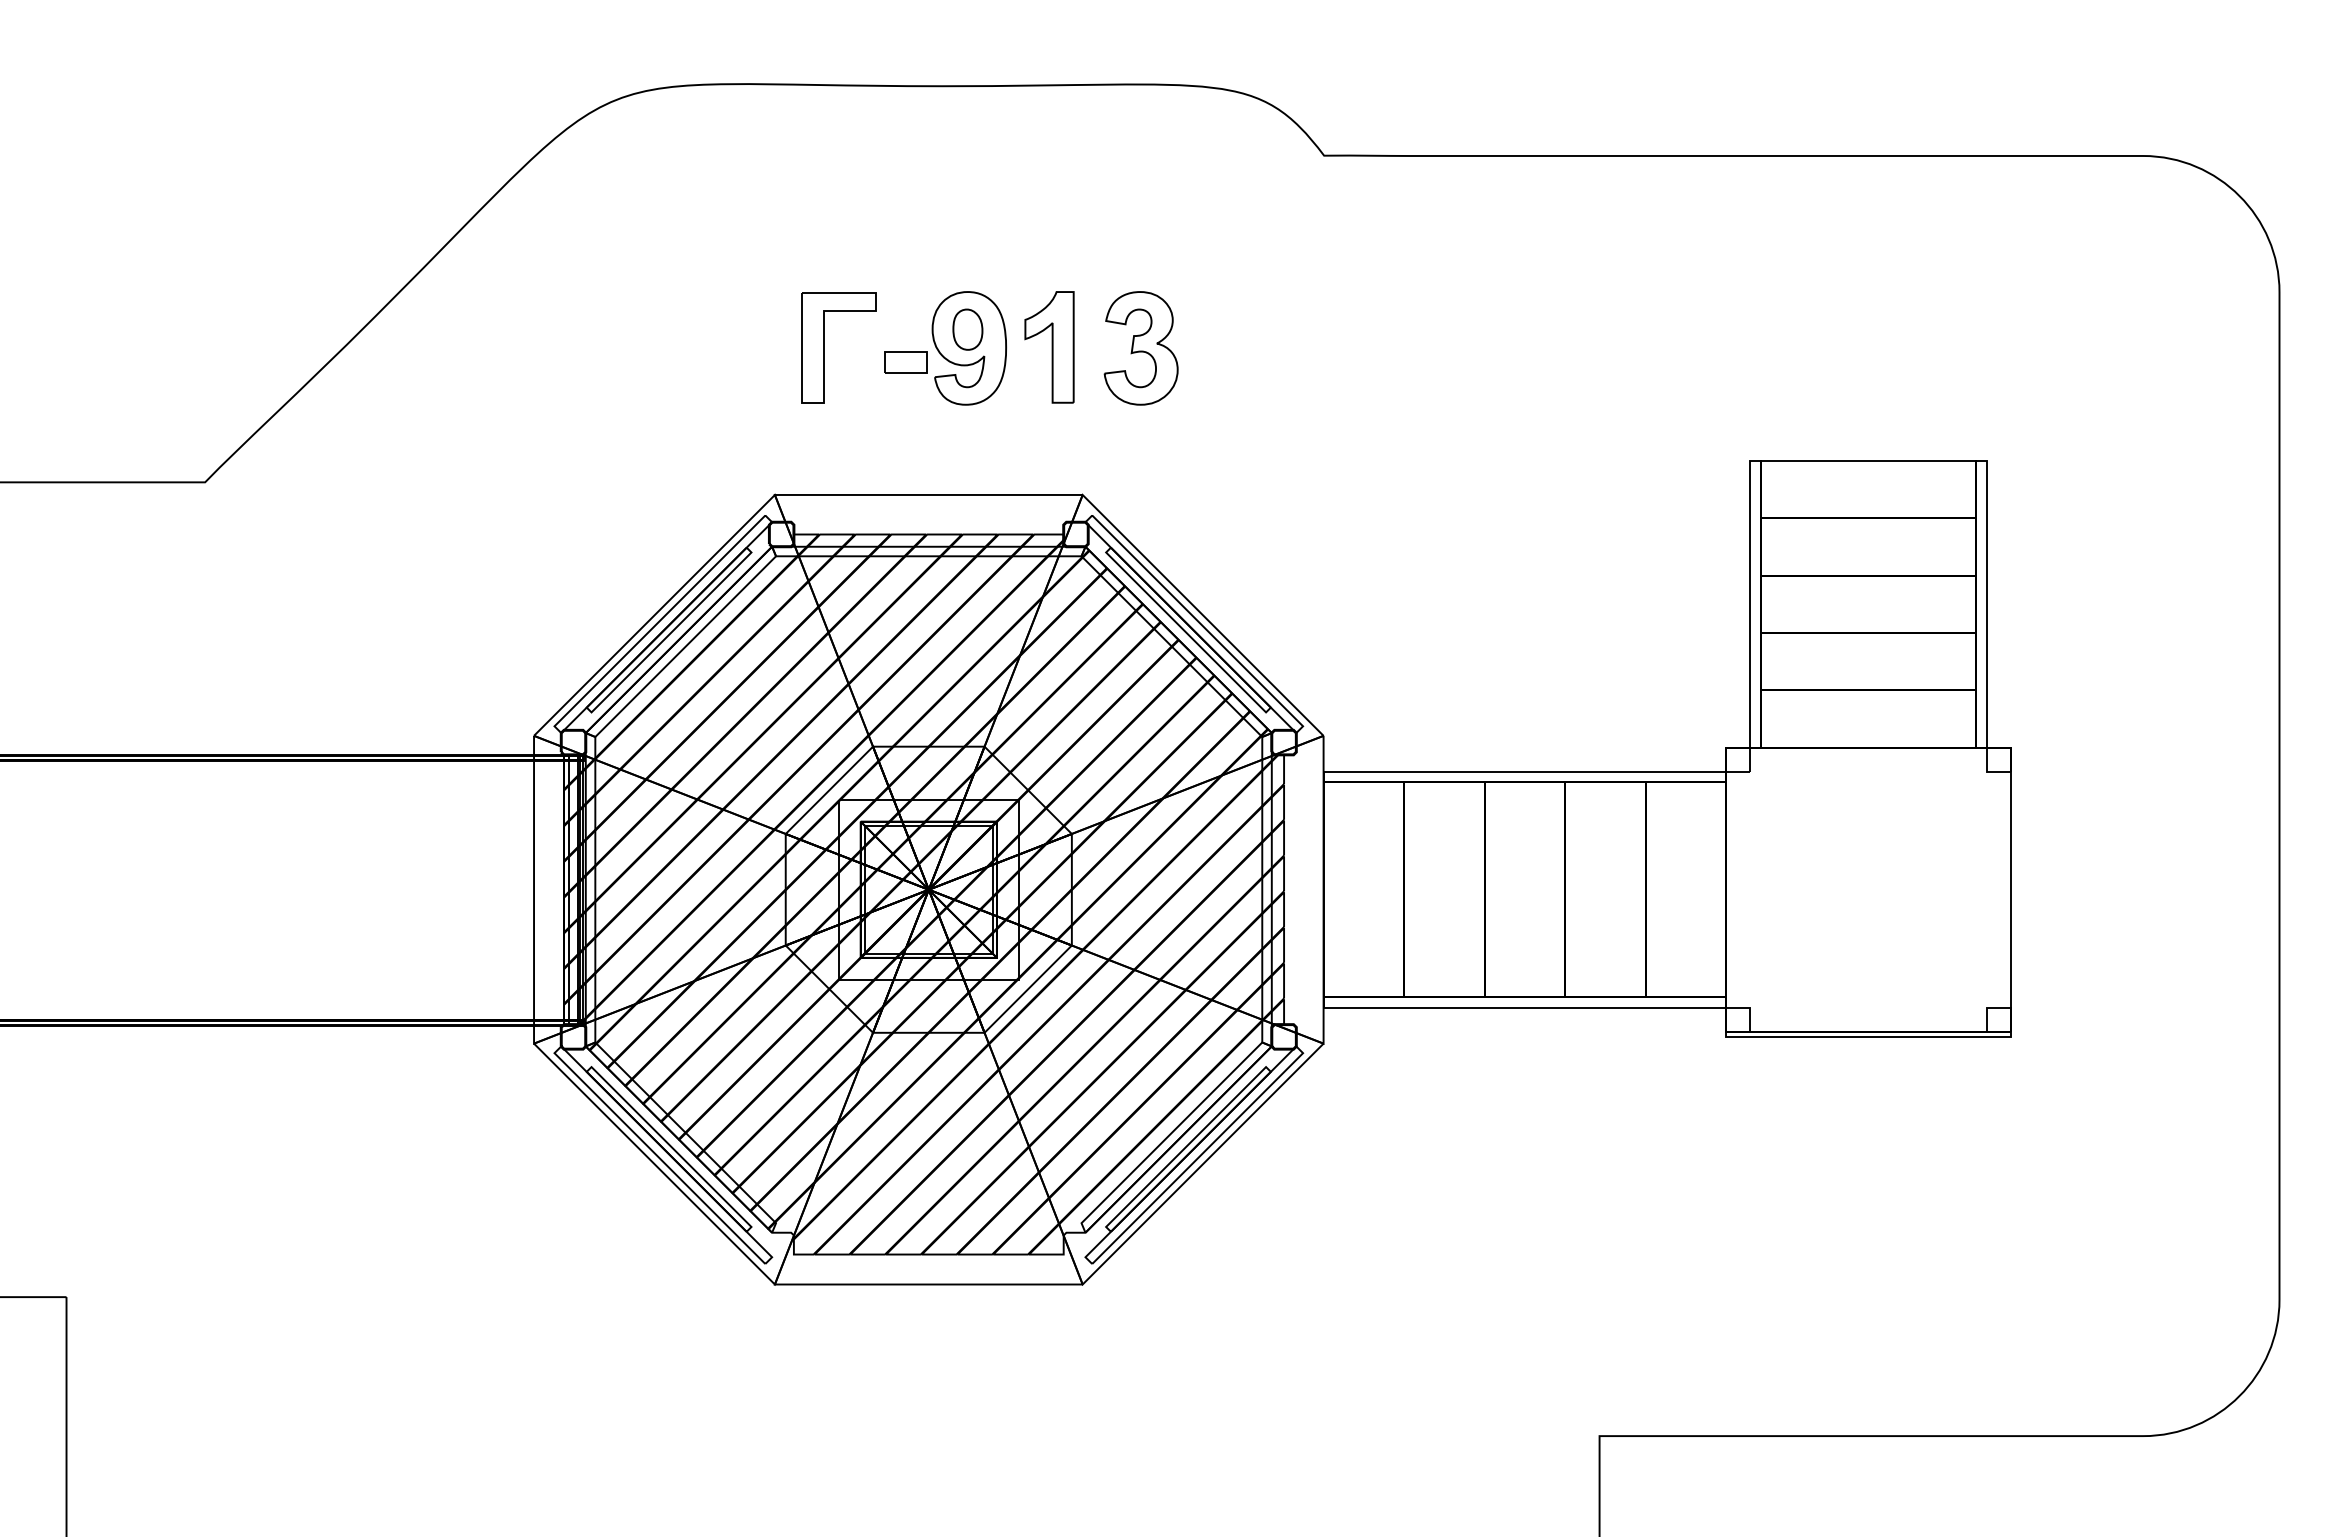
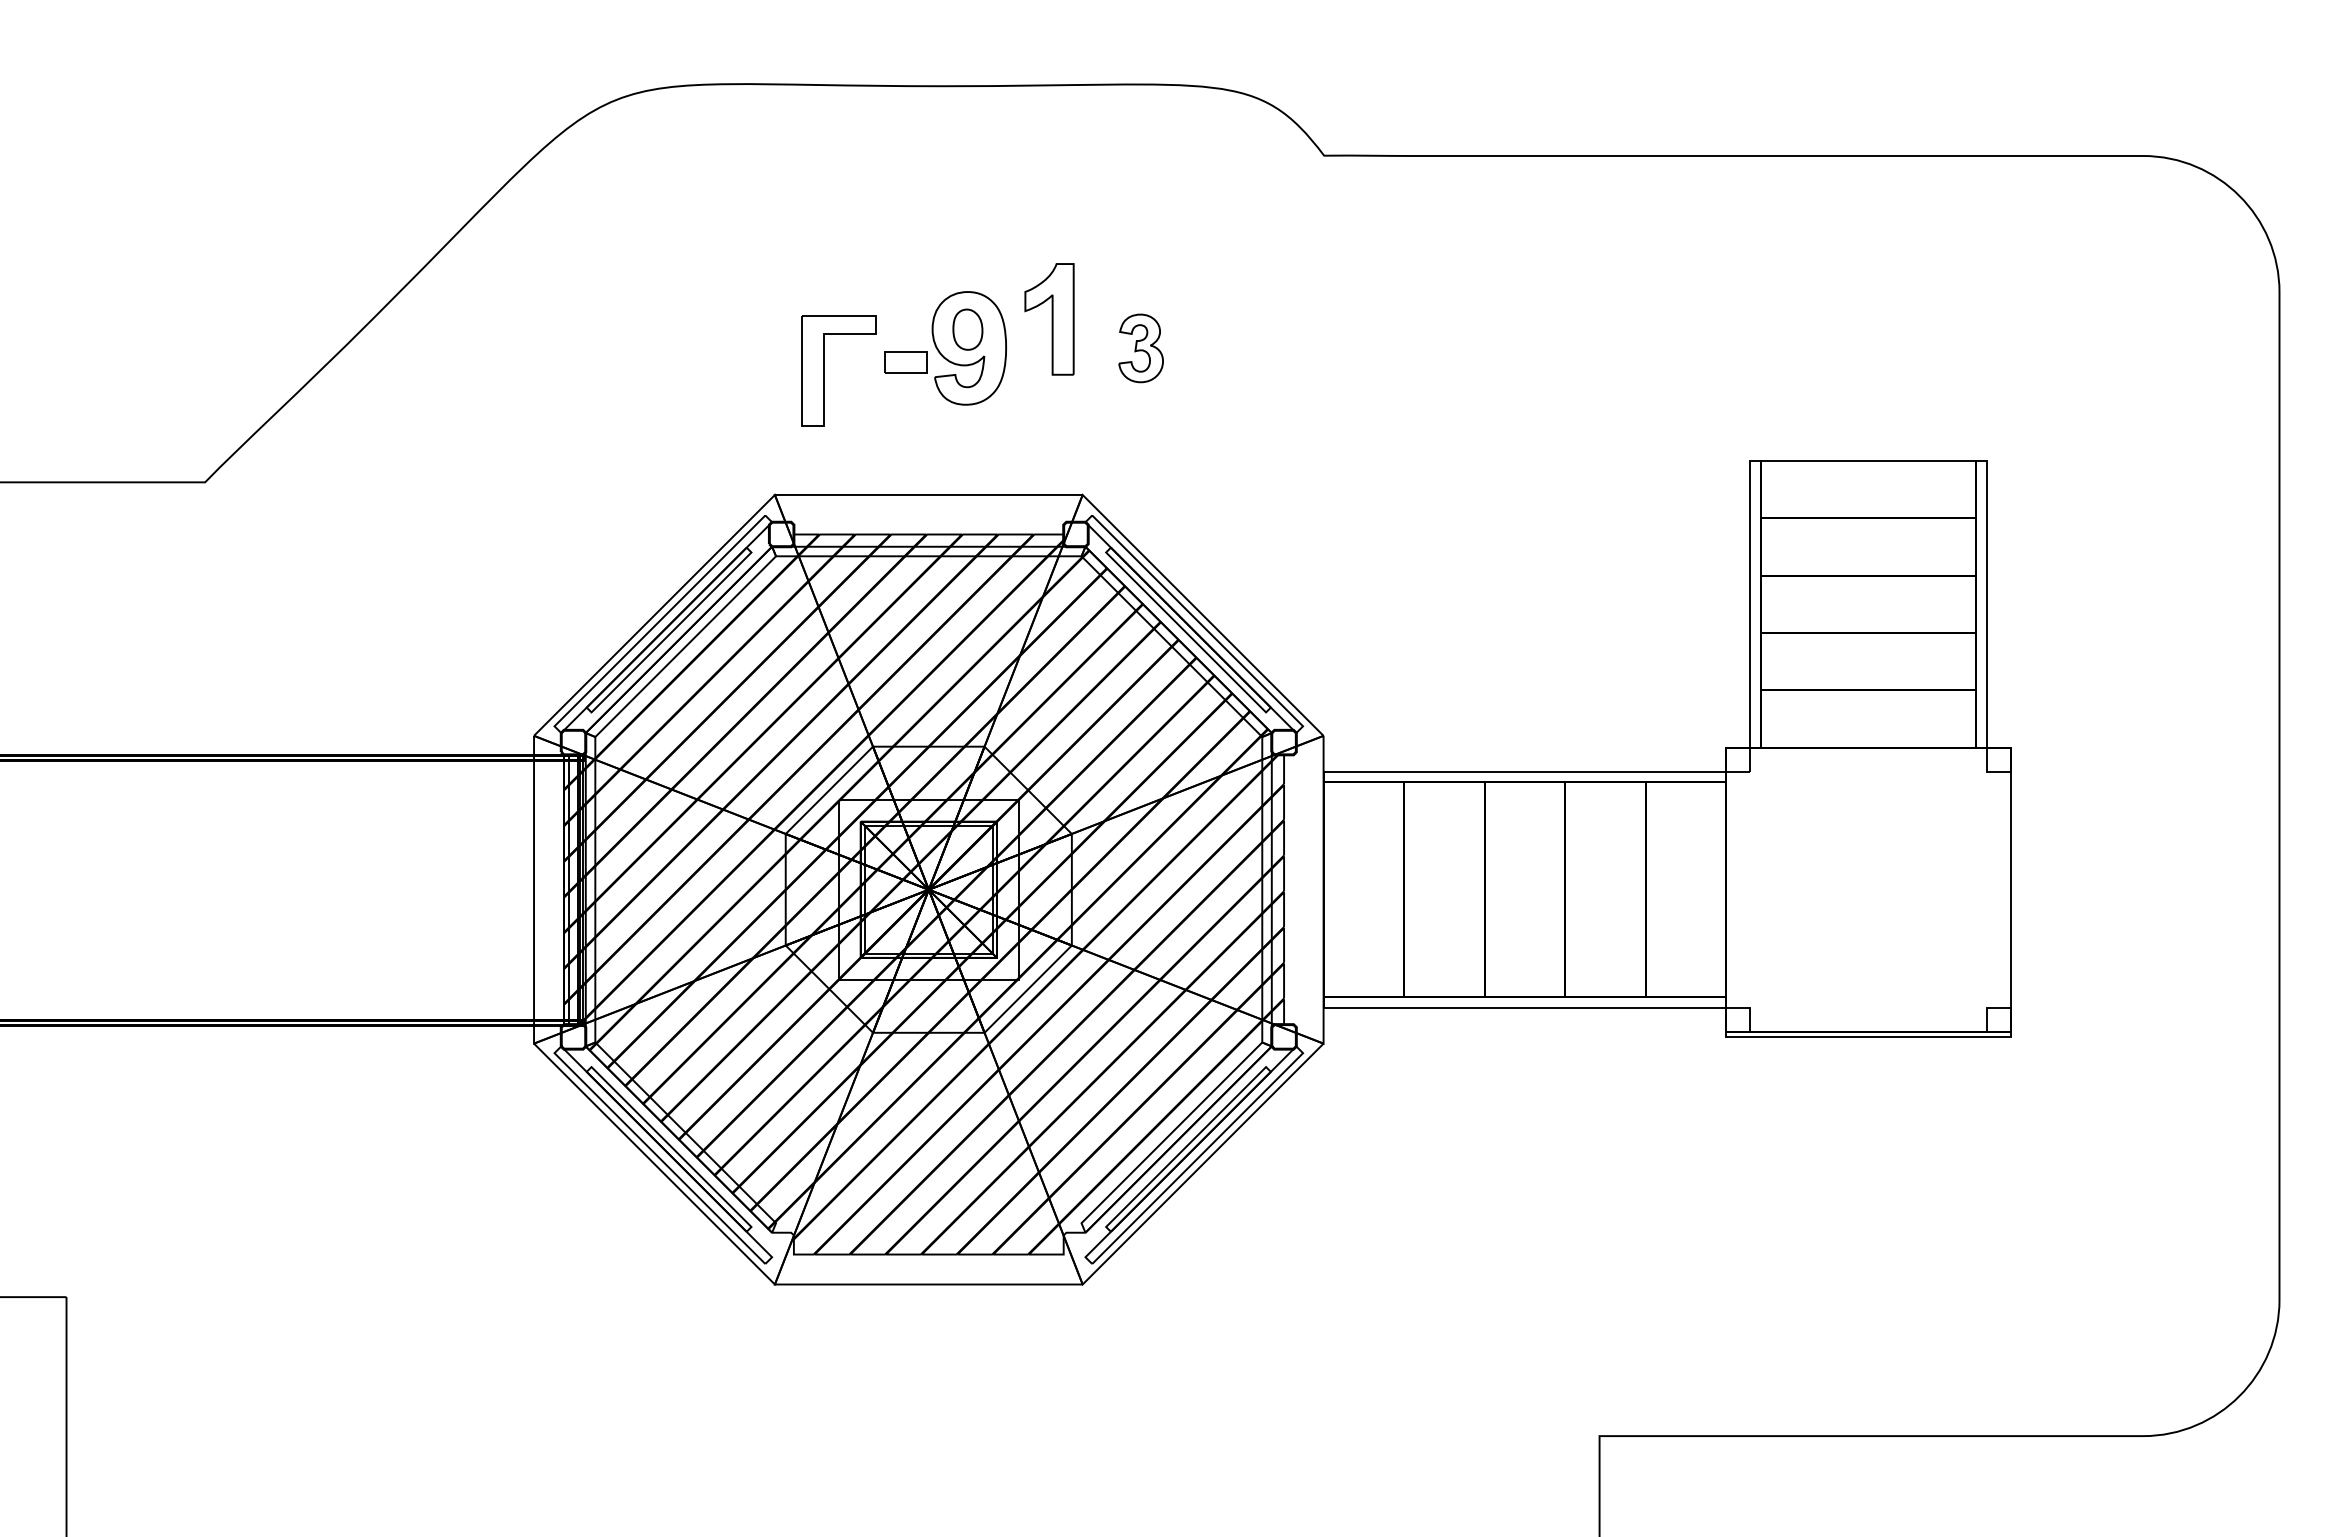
part at (824, 347) position: (824, 347) -> (824, 370)
part at (1049, 347) position: (1049, 347) -> (1049, 319)
part at (1140, 348) size: 76x115 px -> 46x71 px
